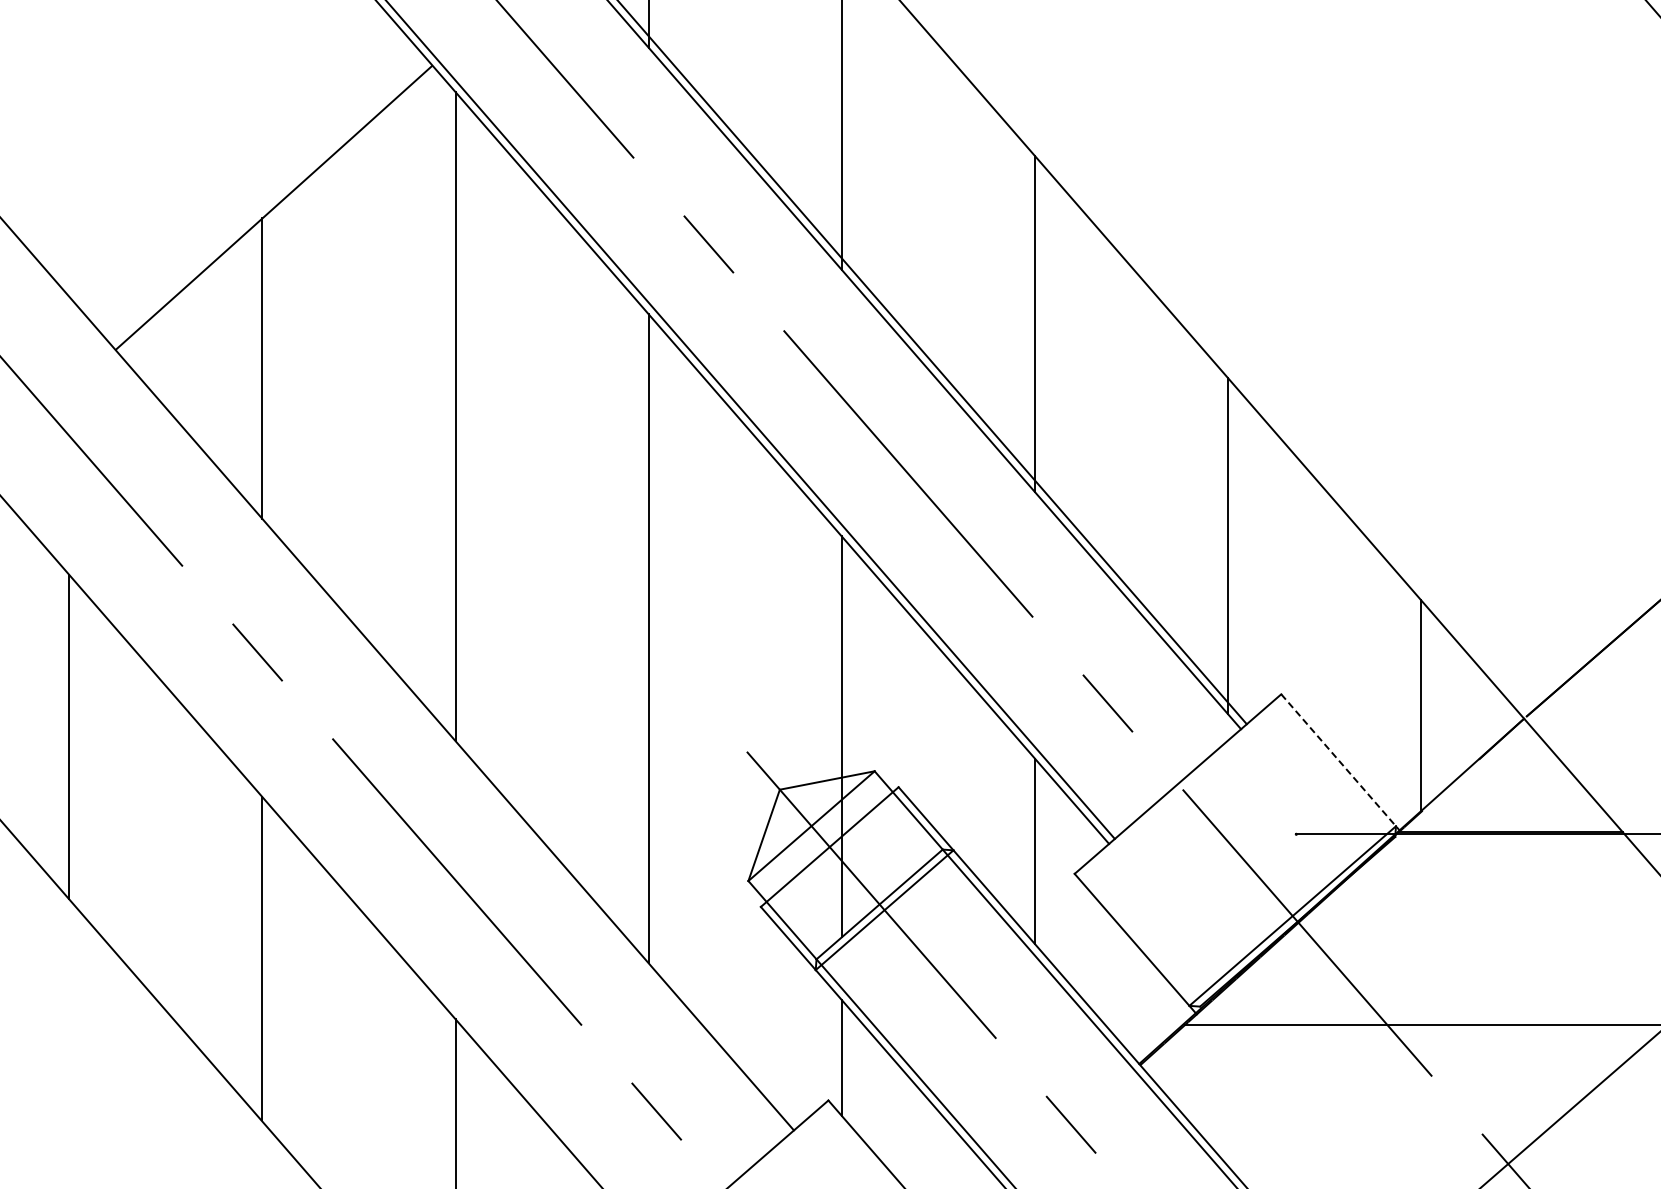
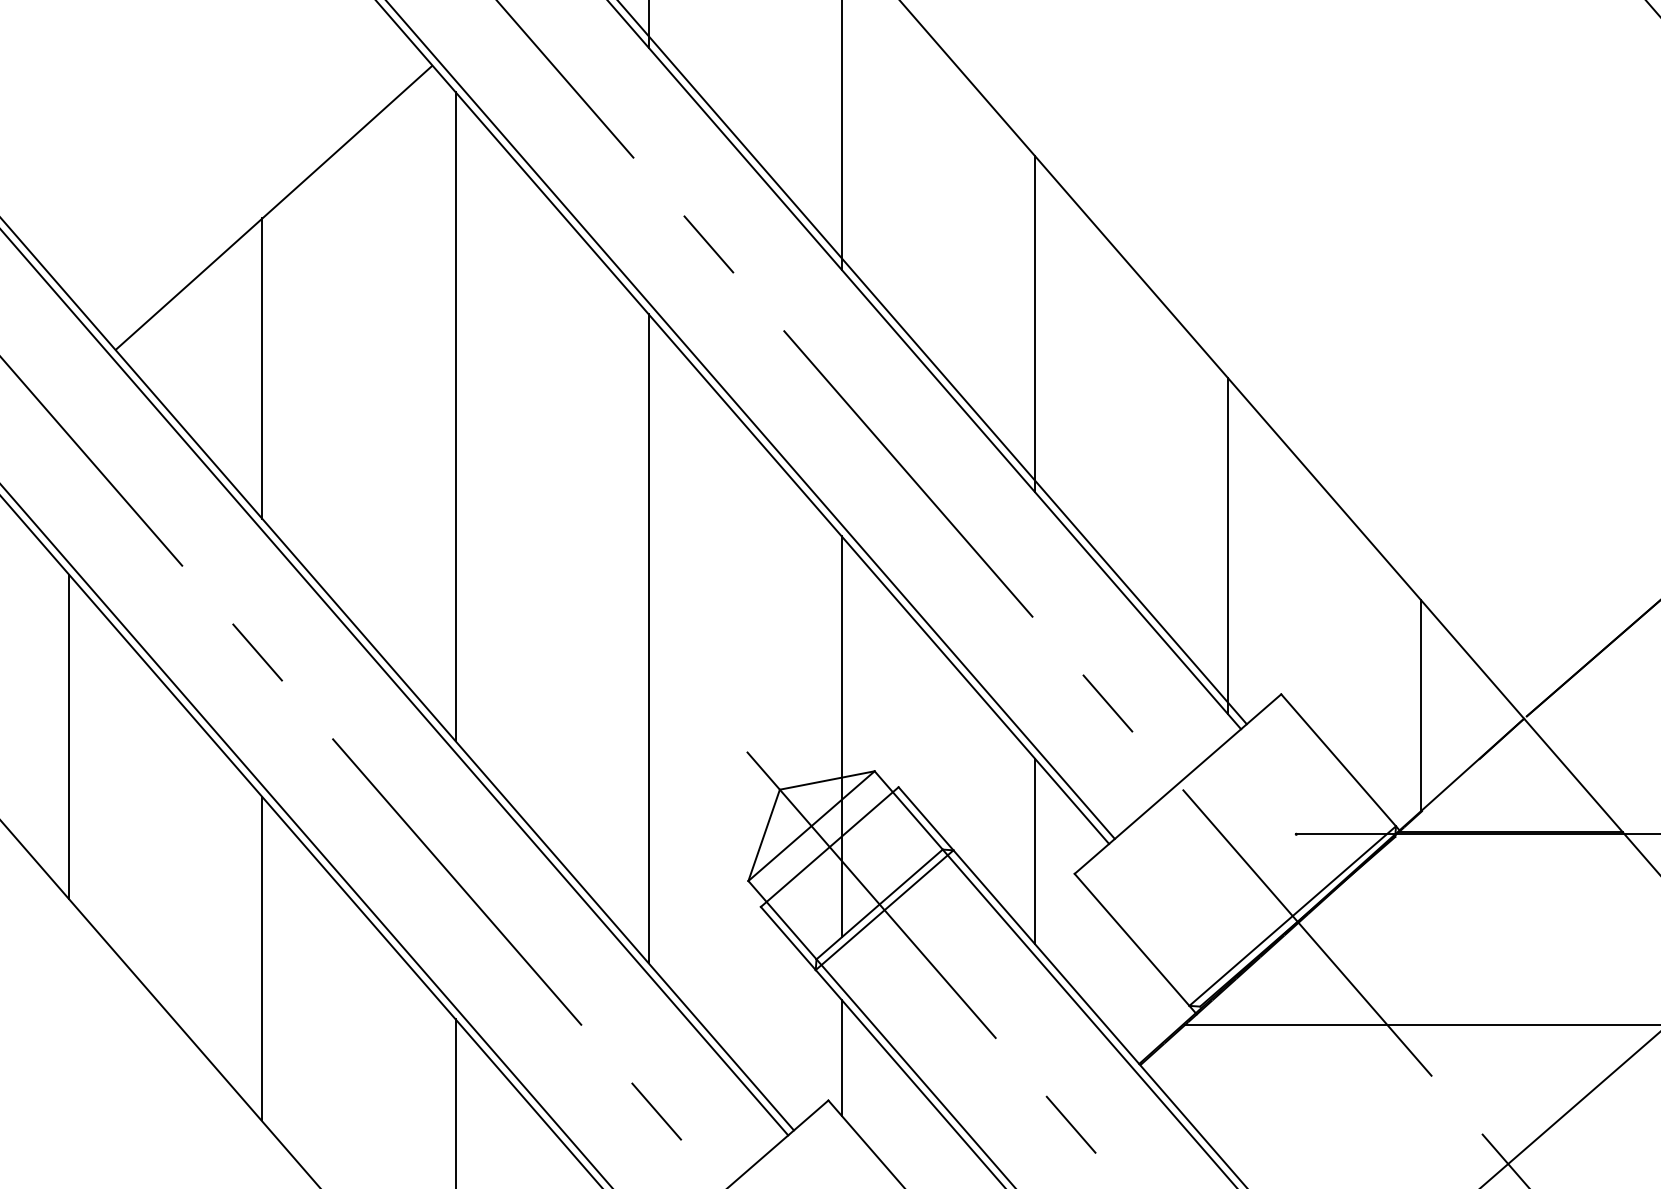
line at (395, 683): none -> present
line at (1340, 762): dashed -> solid
line at (306, 835): none -> present
